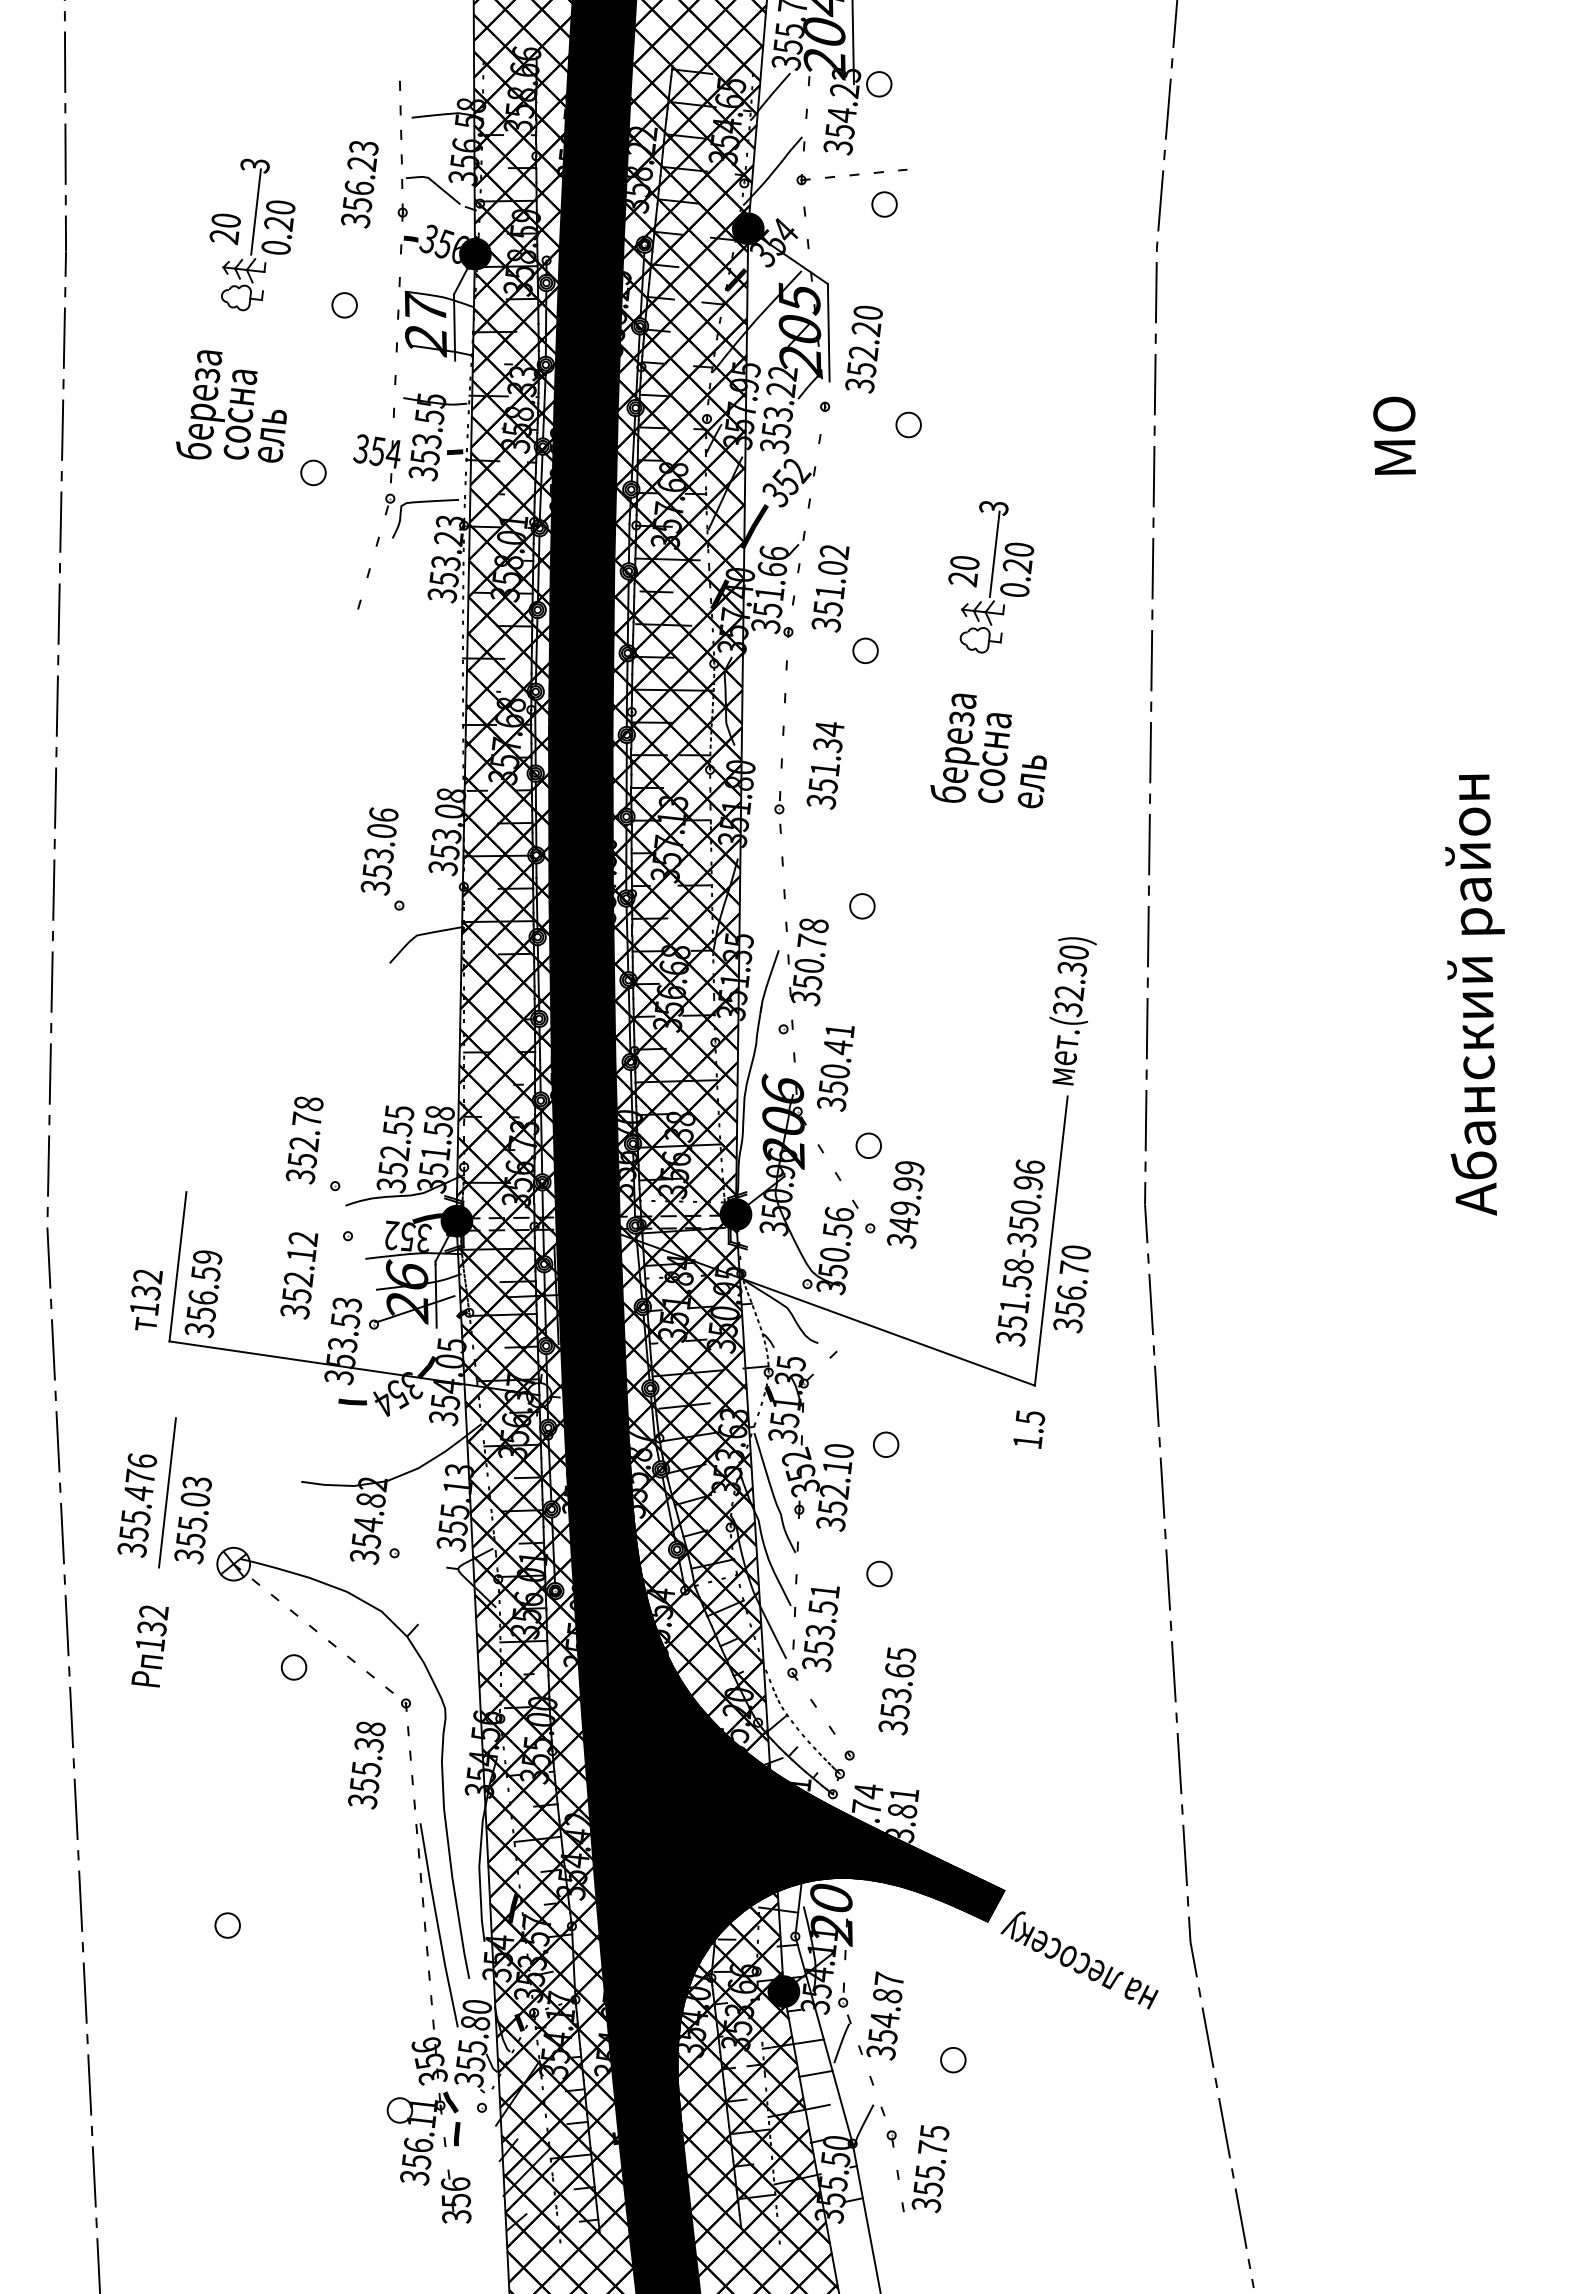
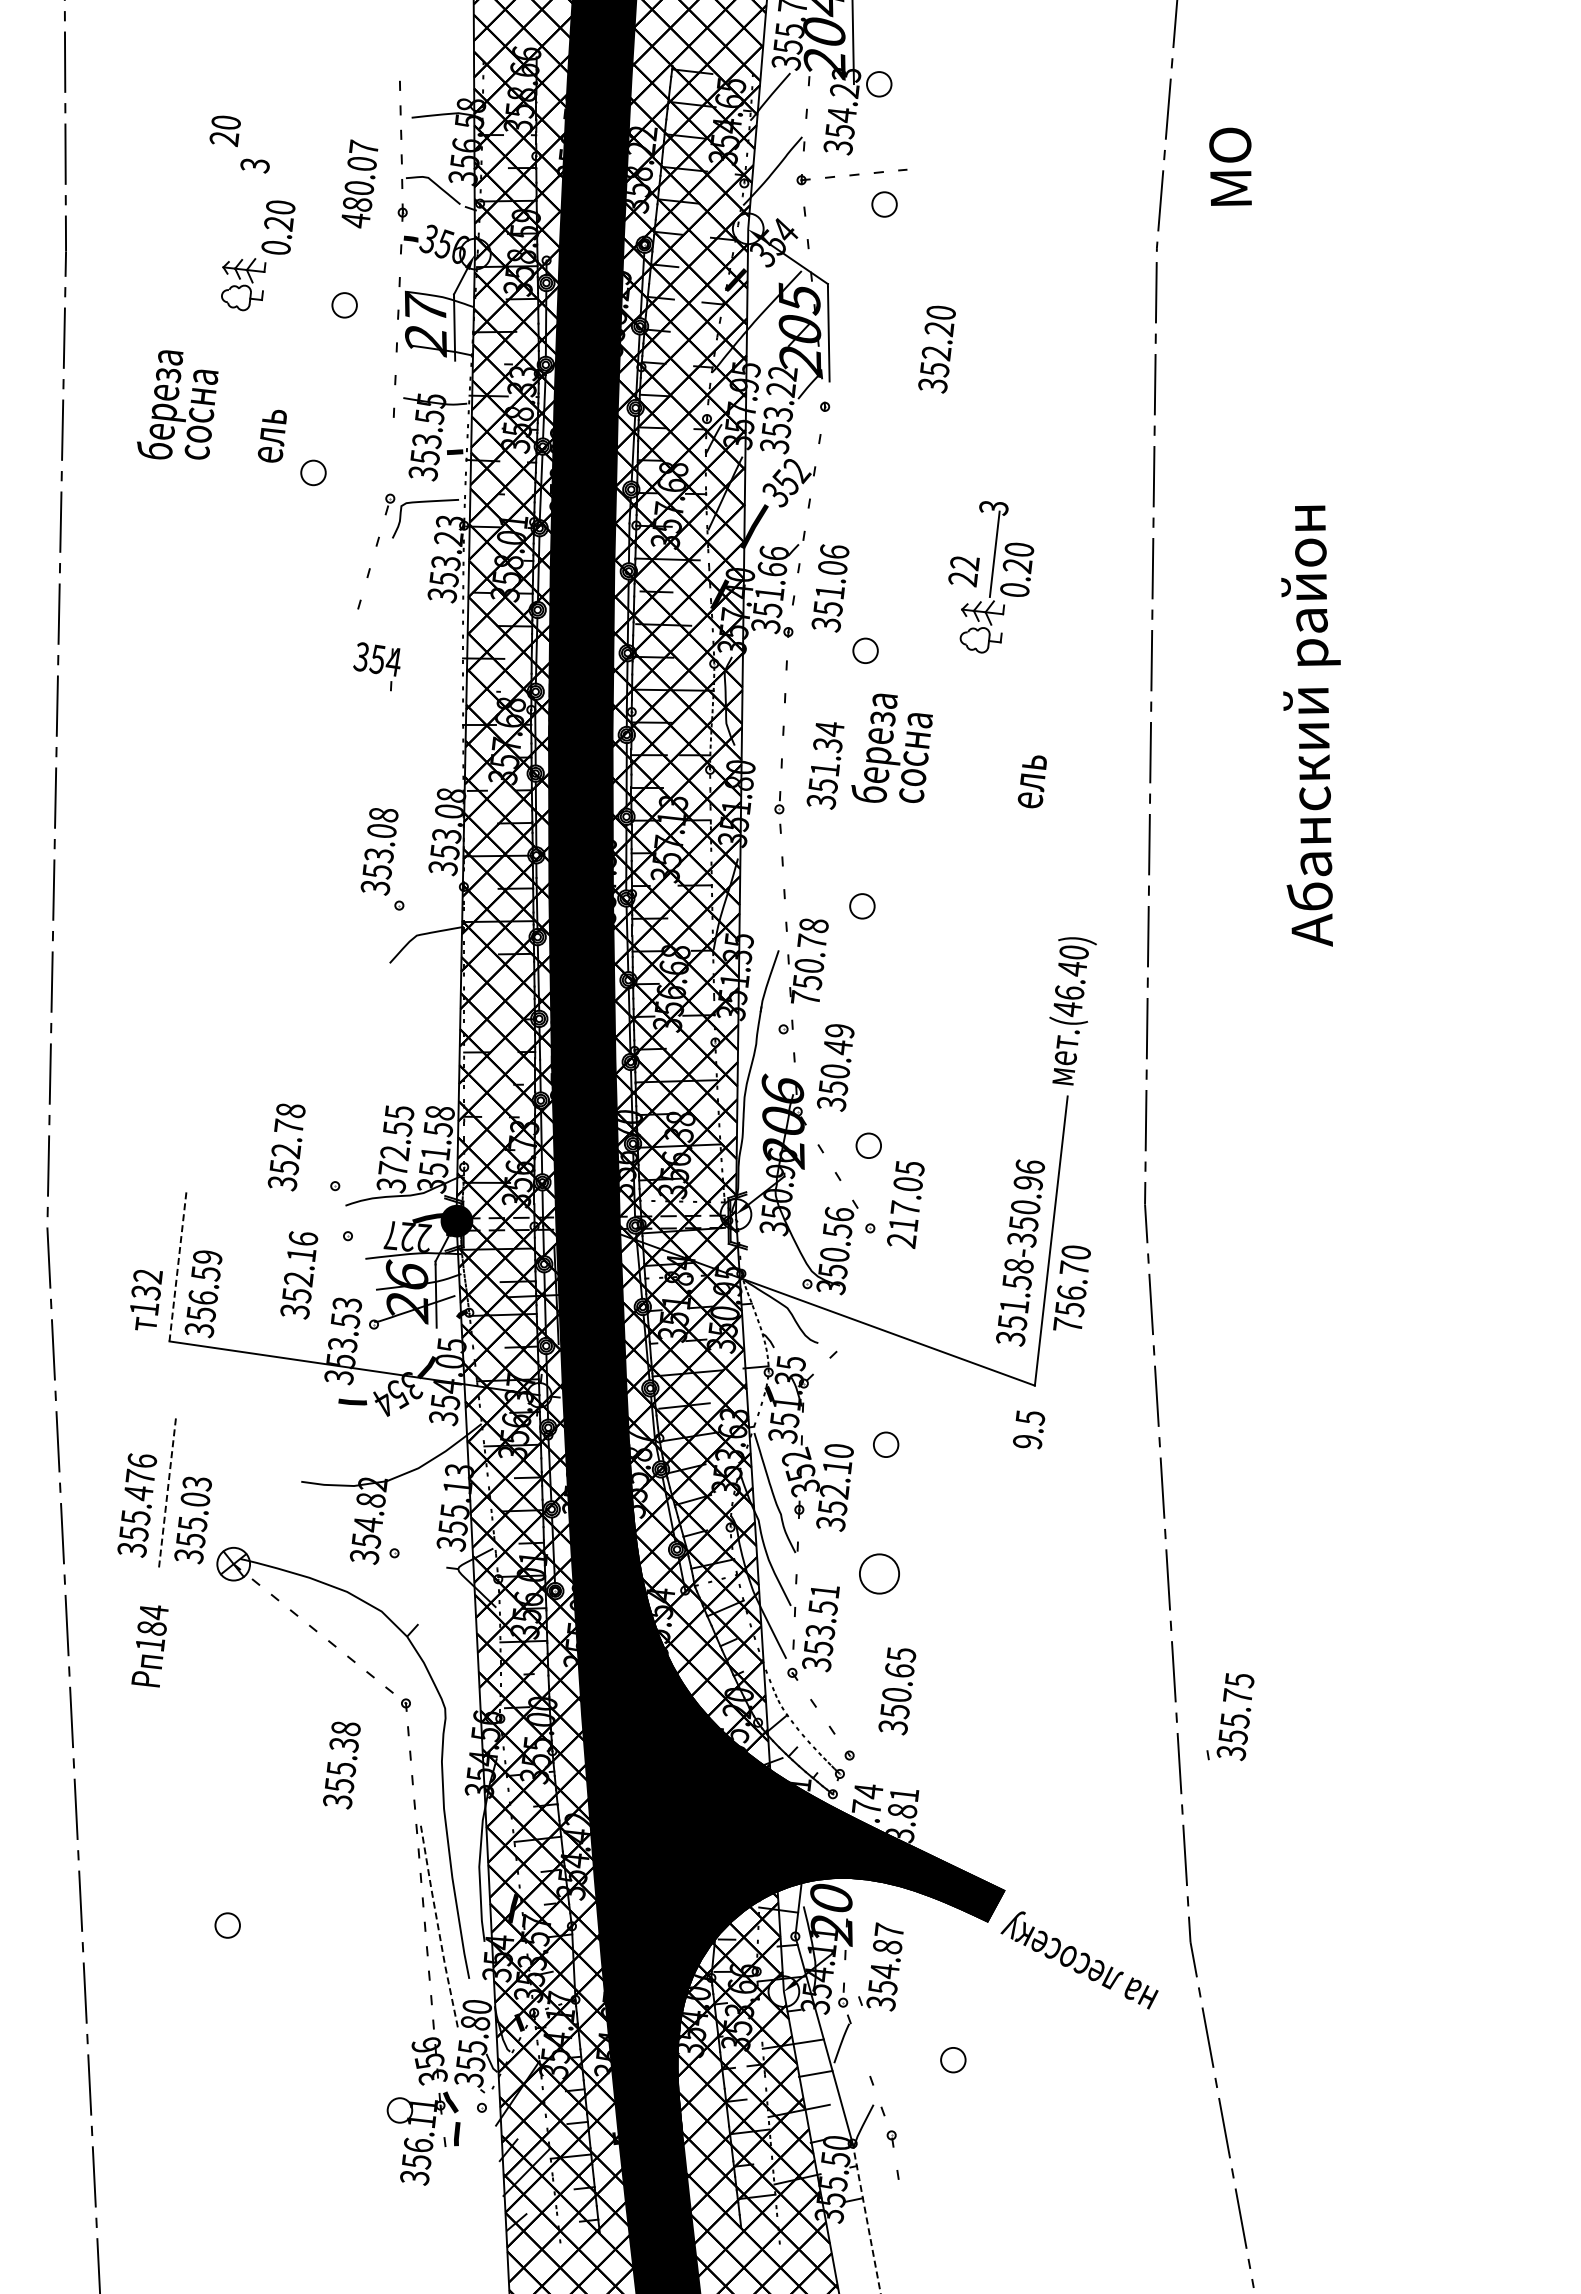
text at (359, 183): 356.23 -> 480.07
line at (255, 211): present -> none
fill at (747, 228): present -> none
text at (224, 229) position: (224, 229) -> (224, 131)
fill at (475, 253): present -> none
text at (863, 349) position: (863, 349) -> (936, 349)
text at (216, 404) position: (216, 404) -> (177, 404)
part at (908, 424): present -> none
part at (376, 458) position: (376, 458) -> (376, 666)
text at (834, 552): 351.02 -> 351.06
text at (964, 563): 20 -> 22
text at (970, 747) position: (970, 747) -> (891, 747)
text at (1438, 805) position: (1438, 805) -> (1274, 536)
text at (383, 814): 353.06 -> 353.08
text at (1069, 989): .(32.30) -> .(46.40)
text at (805, 998): 350.78 -> 750.78
text at (839, 1031): 350.41 -> 350.49
text at (304, 1140) position: (304, 1140) -> (286, 1147)
text at (392, 1168): 352.55 -> 372.55
text at (905, 1205): 349.99 -> 217.05
fill at (735, 1214): present -> none
text at (407, 1235): 352 -> 227
text at (303, 1239): 352.12 -> 352.16
line at (178, 1266): solid -> dashed
text at (1067, 1325): 356.70 -> 756.70
text at (1027, 1442): 1.5 -> 9.5
line at (167, 1492): solid -> dashed
part at (879, 1573) size: 27x28 px -> 41x42 px
text at (152, 1620): 132 -> 184
part at (293, 1667): present -> none
text at (896, 1695): 353.65 -> 350.65
text at (366, 1765) position: (366, 1765) -> (341, 1765)
line at (437, 1925): solid -> dashed
fill at (783, 1991): present -> none
part at (880, 2015) position: (880, 2015) -> (880, 1966)
part at (925, 2169) position: (925, 2169) -> (1230, 1717)
part at (456, 2196): present -> none
line at (866, 2218): solid -> dashed
